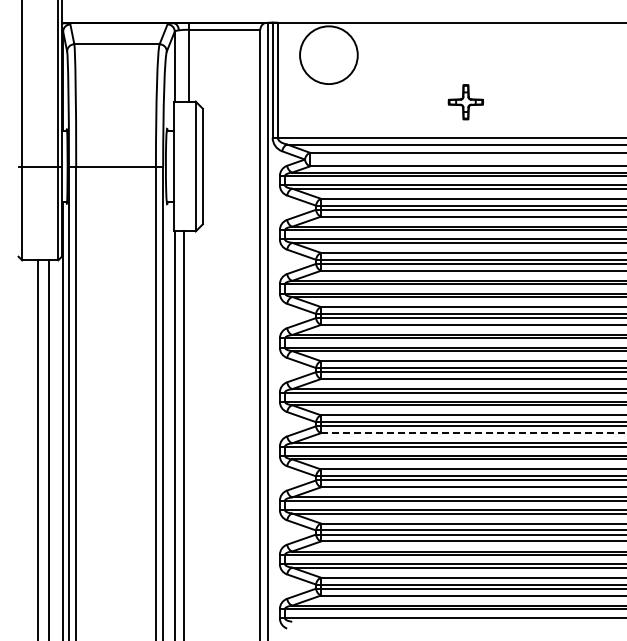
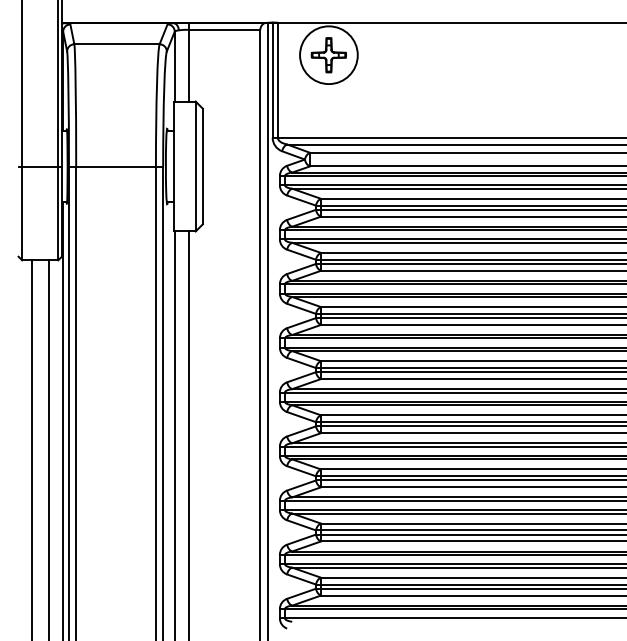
part at (465, 102) position: (465, 102) -> (328, 55)
line at (473, 433): dashed -> solid
line at (184, 434) position: (184, 434) -> (189, 434)
line at (37, 448) position: (37, 448) -> (31, 448)
